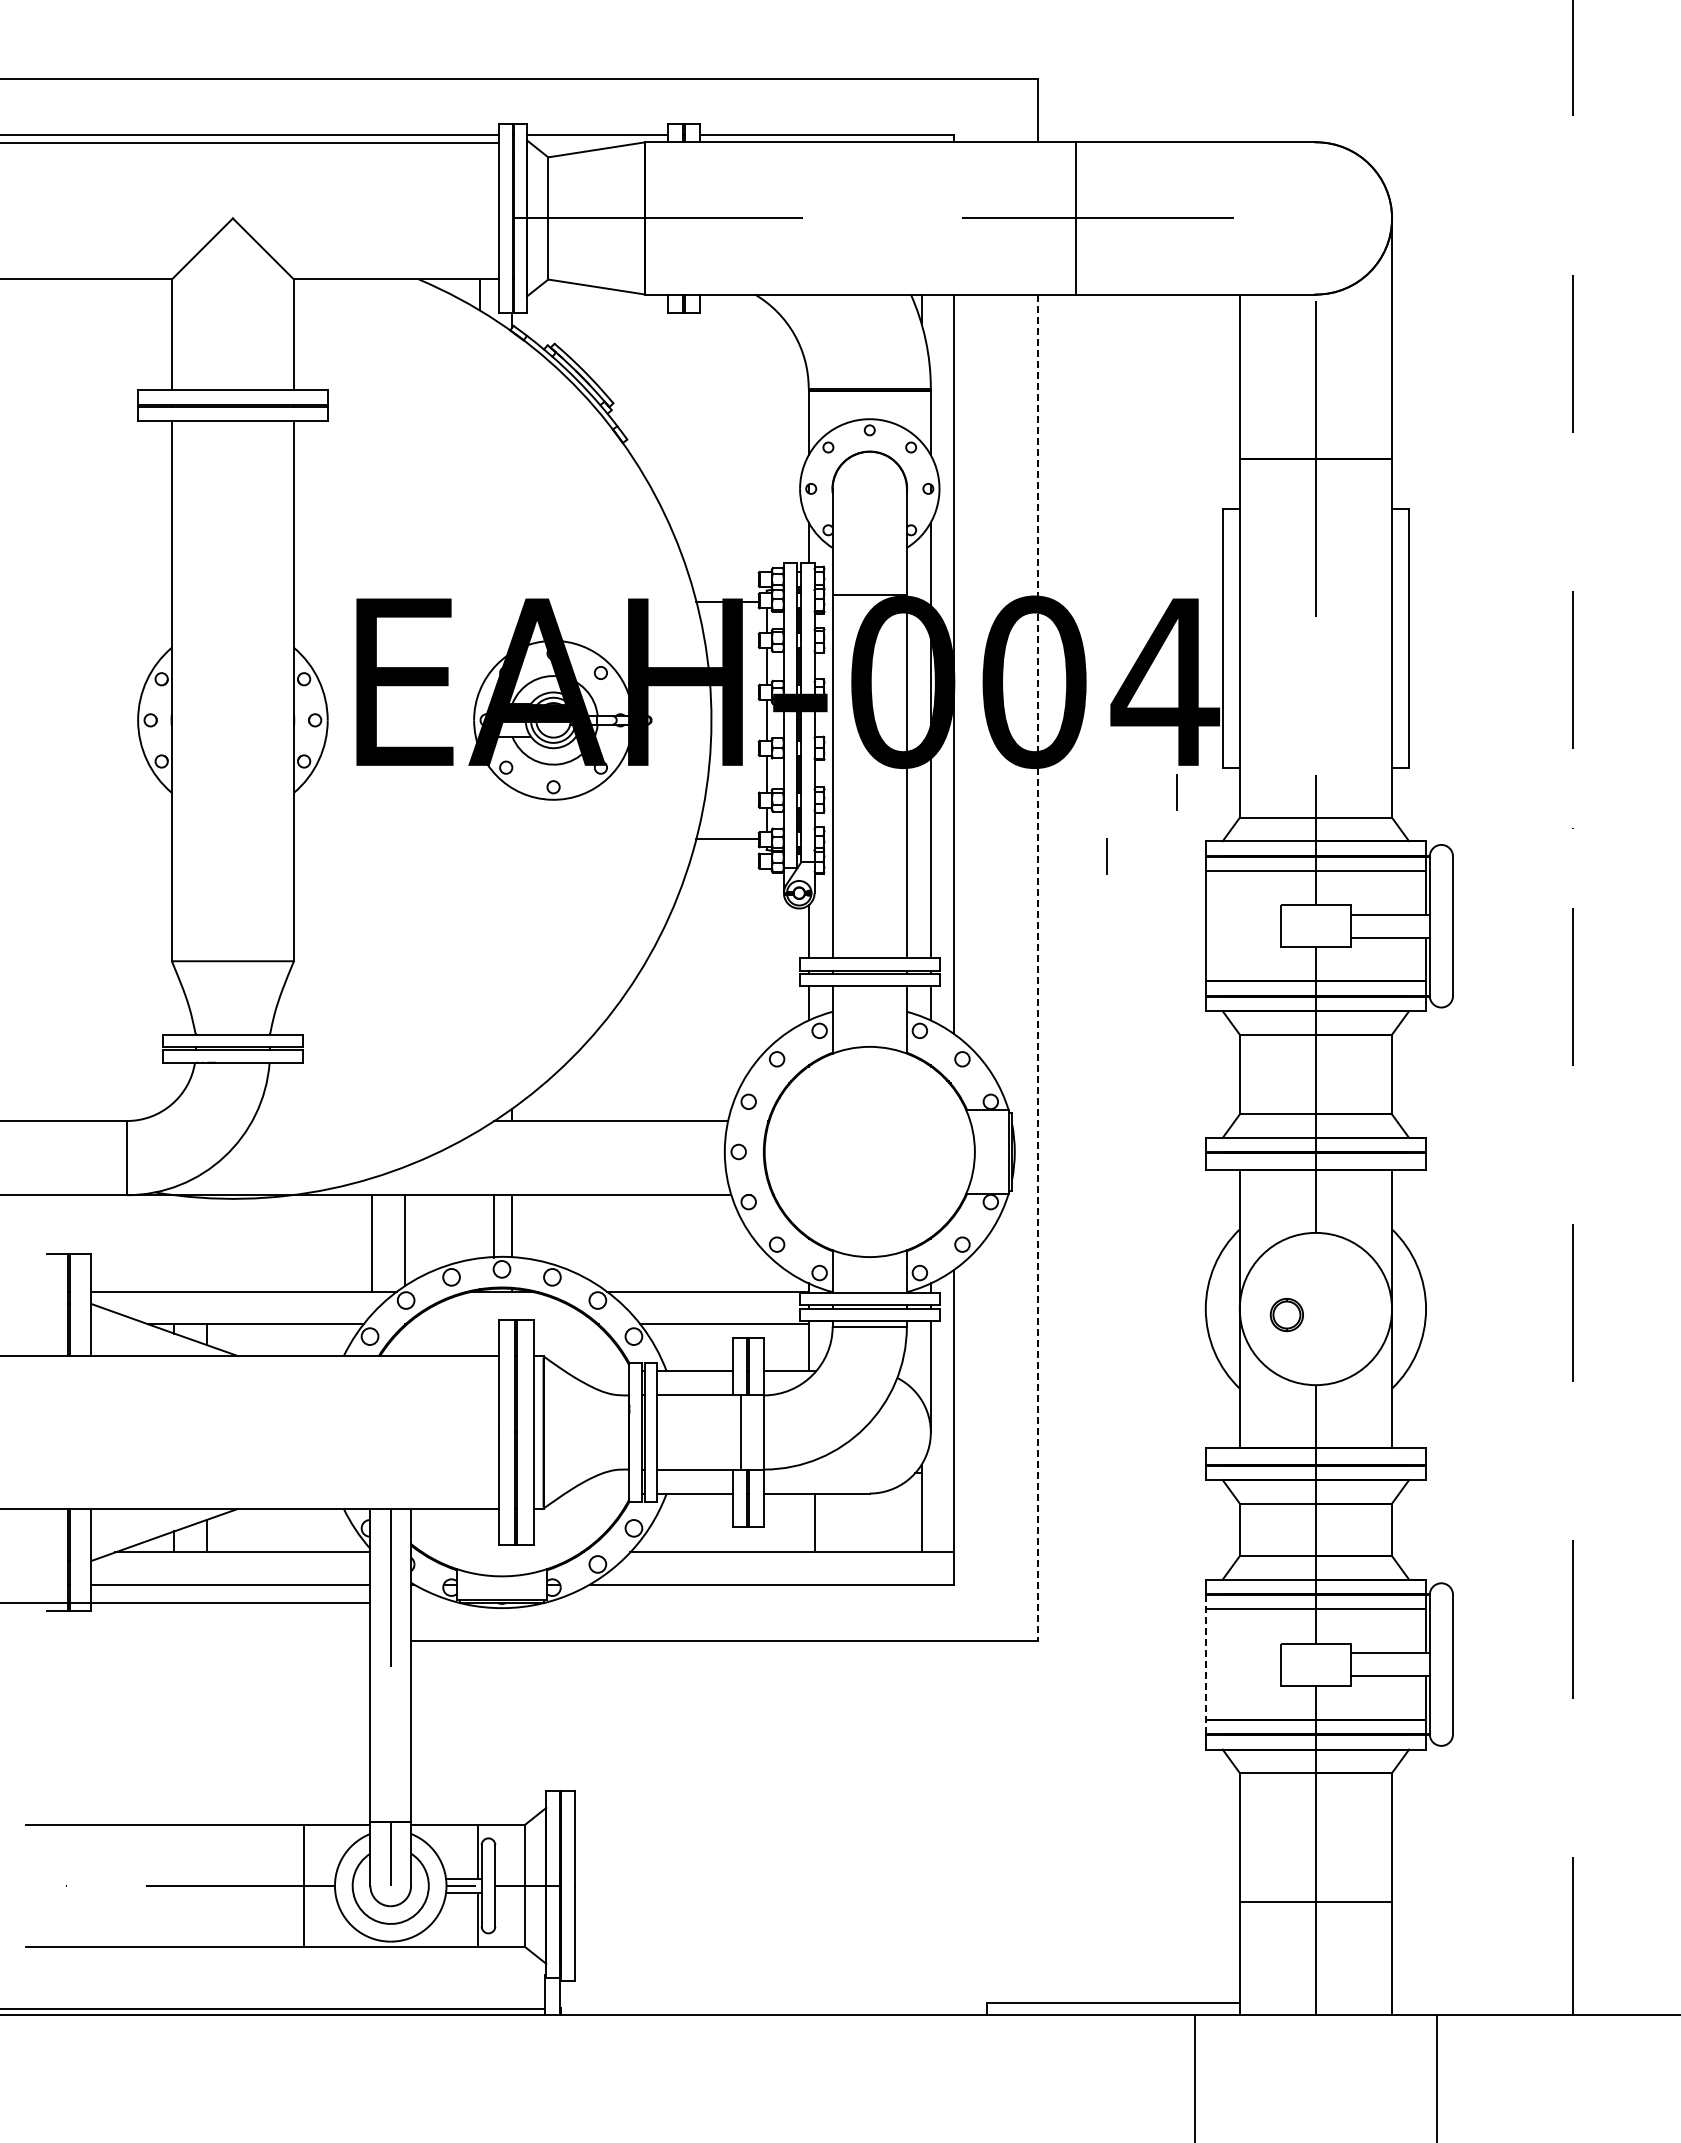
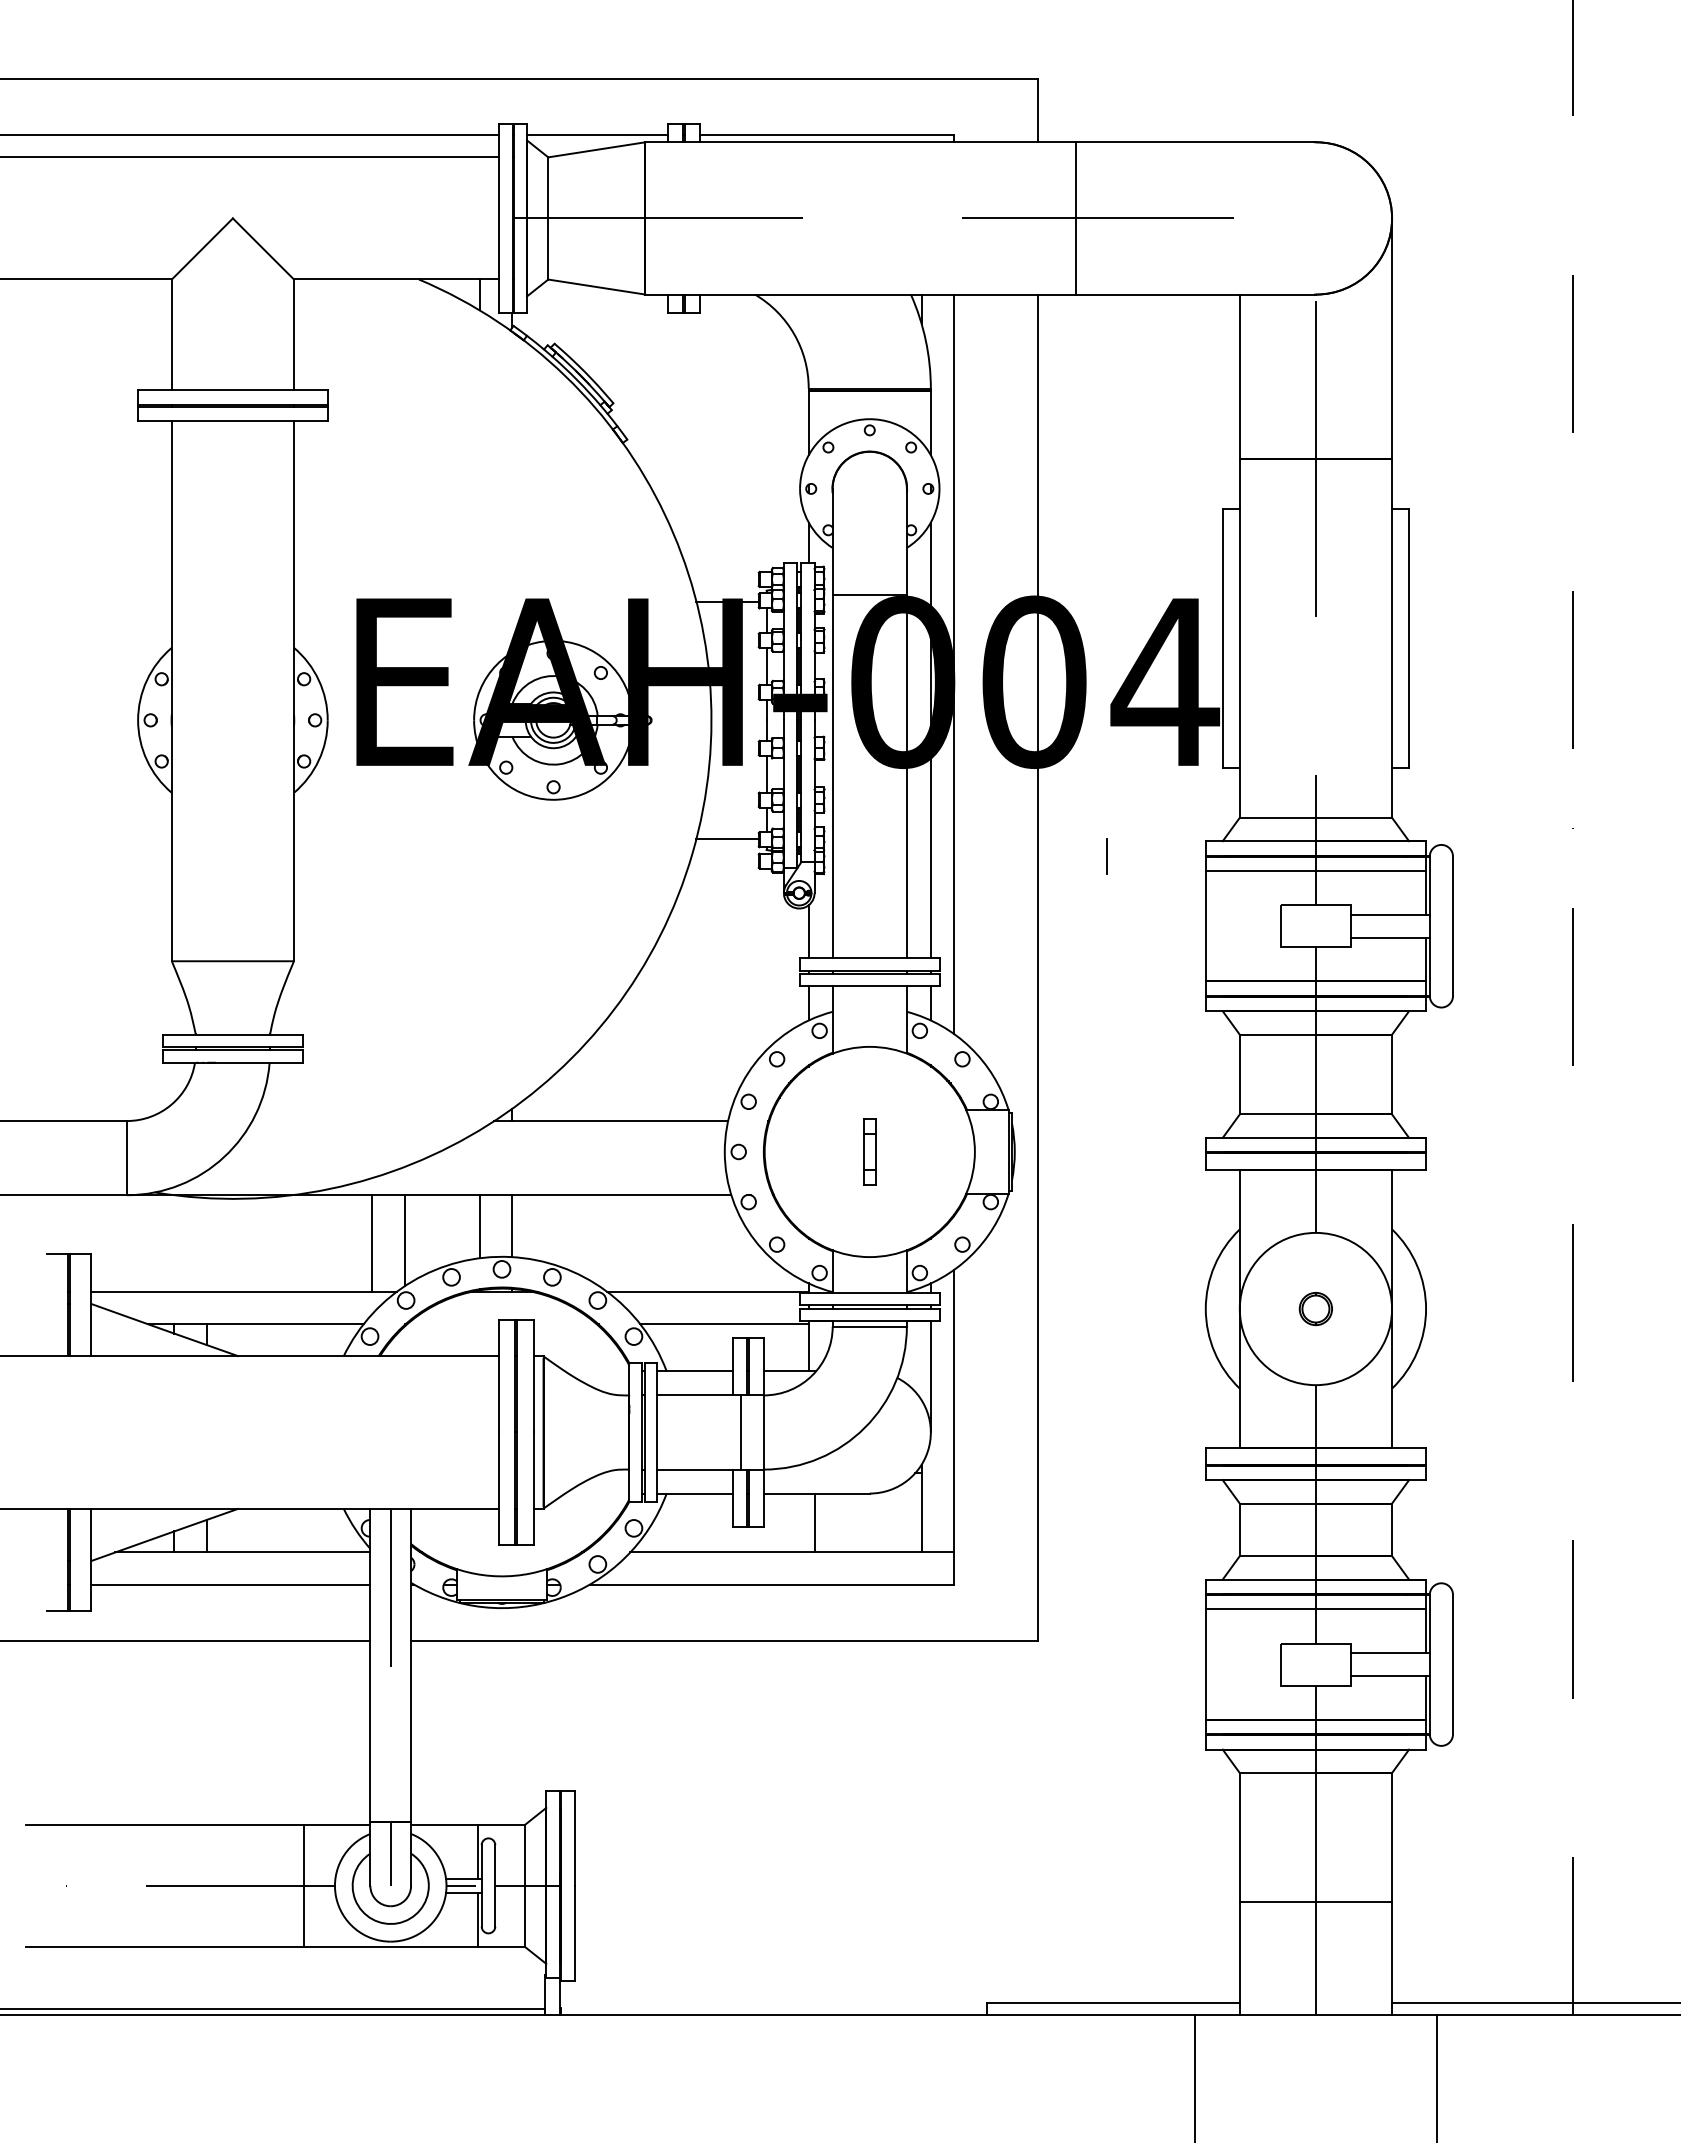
line at (250, 143) position: (250, 143) -> (250, 157)
line at (1176, 792): present -> none
line at (1037, 967): dashed -> solid
part at (869, 1151): none -> present
line at (493, 1226) position: (493, 1226) -> (479, 1226)
part at (1286, 1315) position: (1286, 1315) -> (1315, 1309)
line at (186, 1602) position: (186, 1602) -> (186, 1640)
line at (1205, 1664): dashed -> solid
line at (1534, 2003): none -> present
